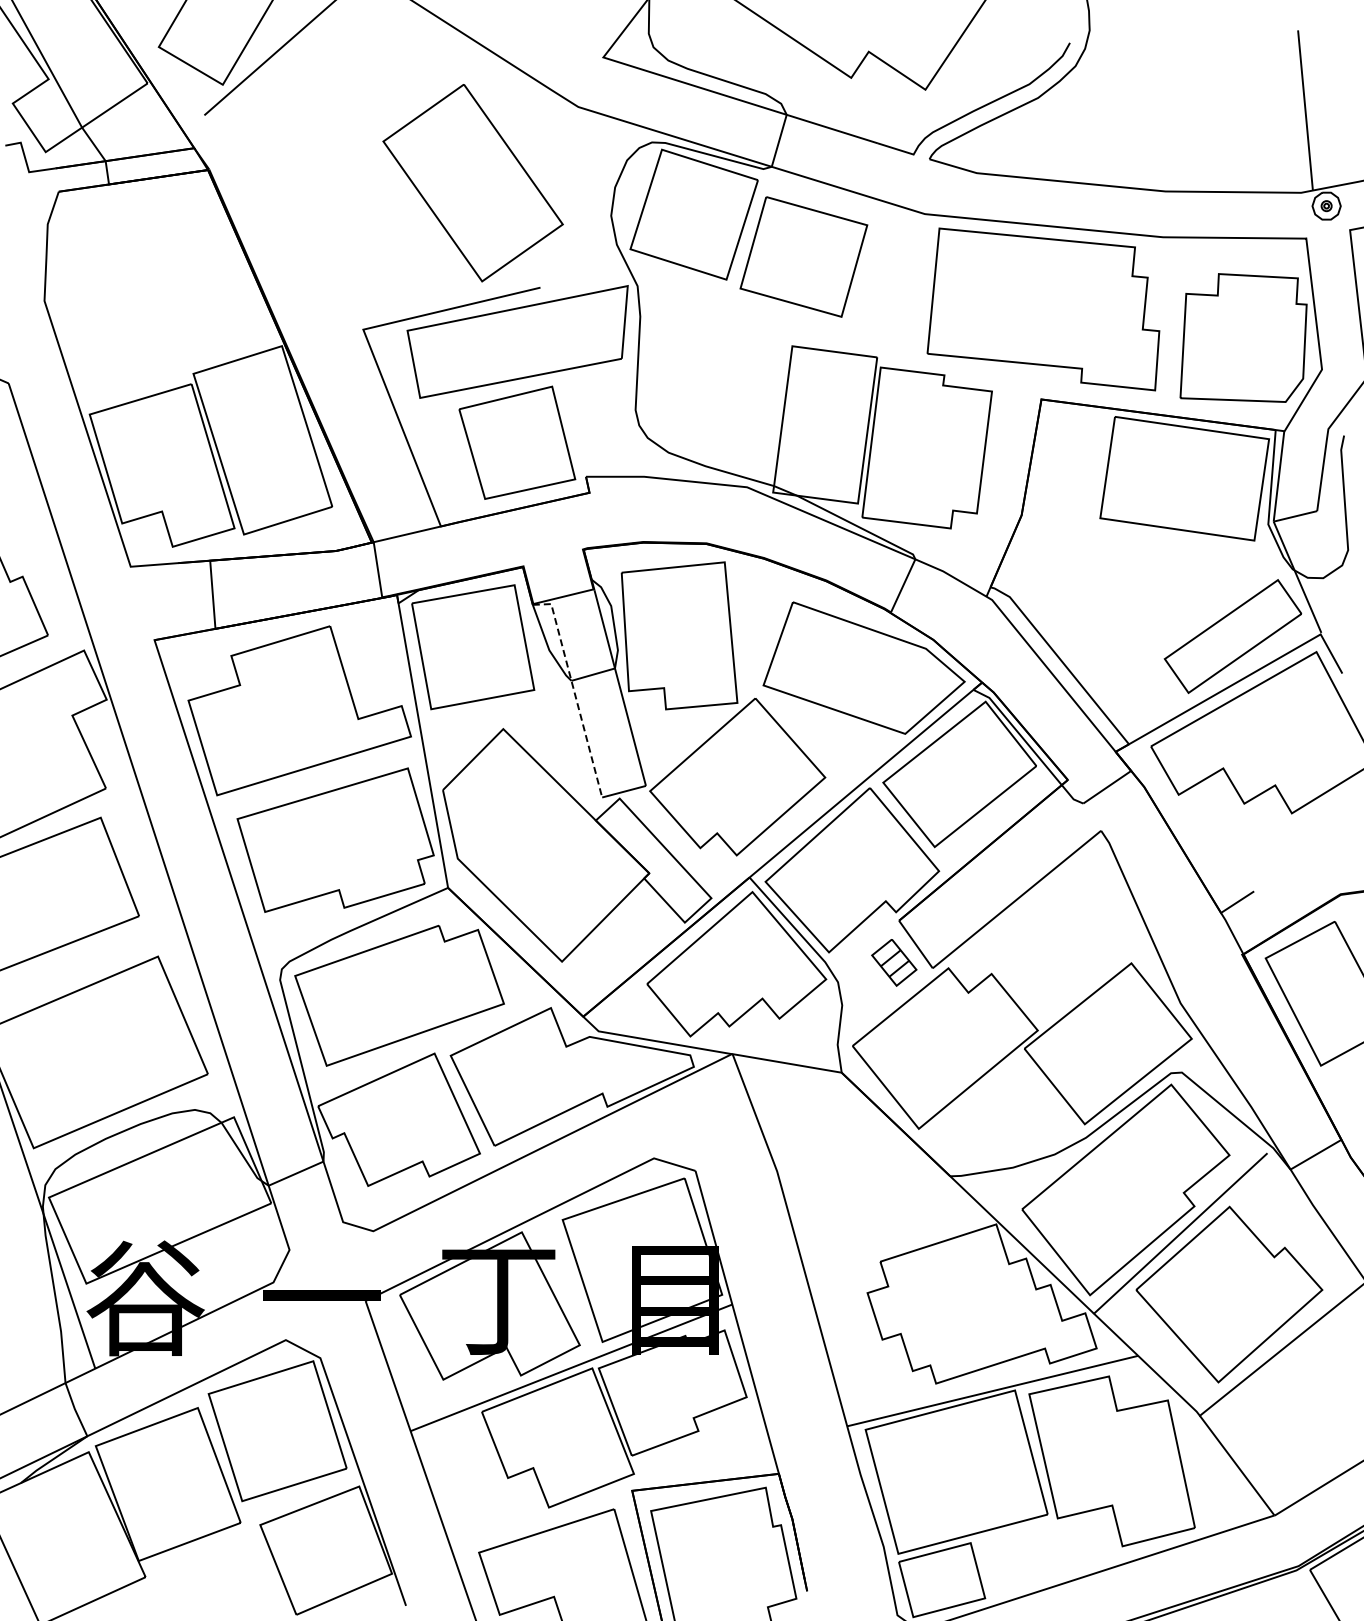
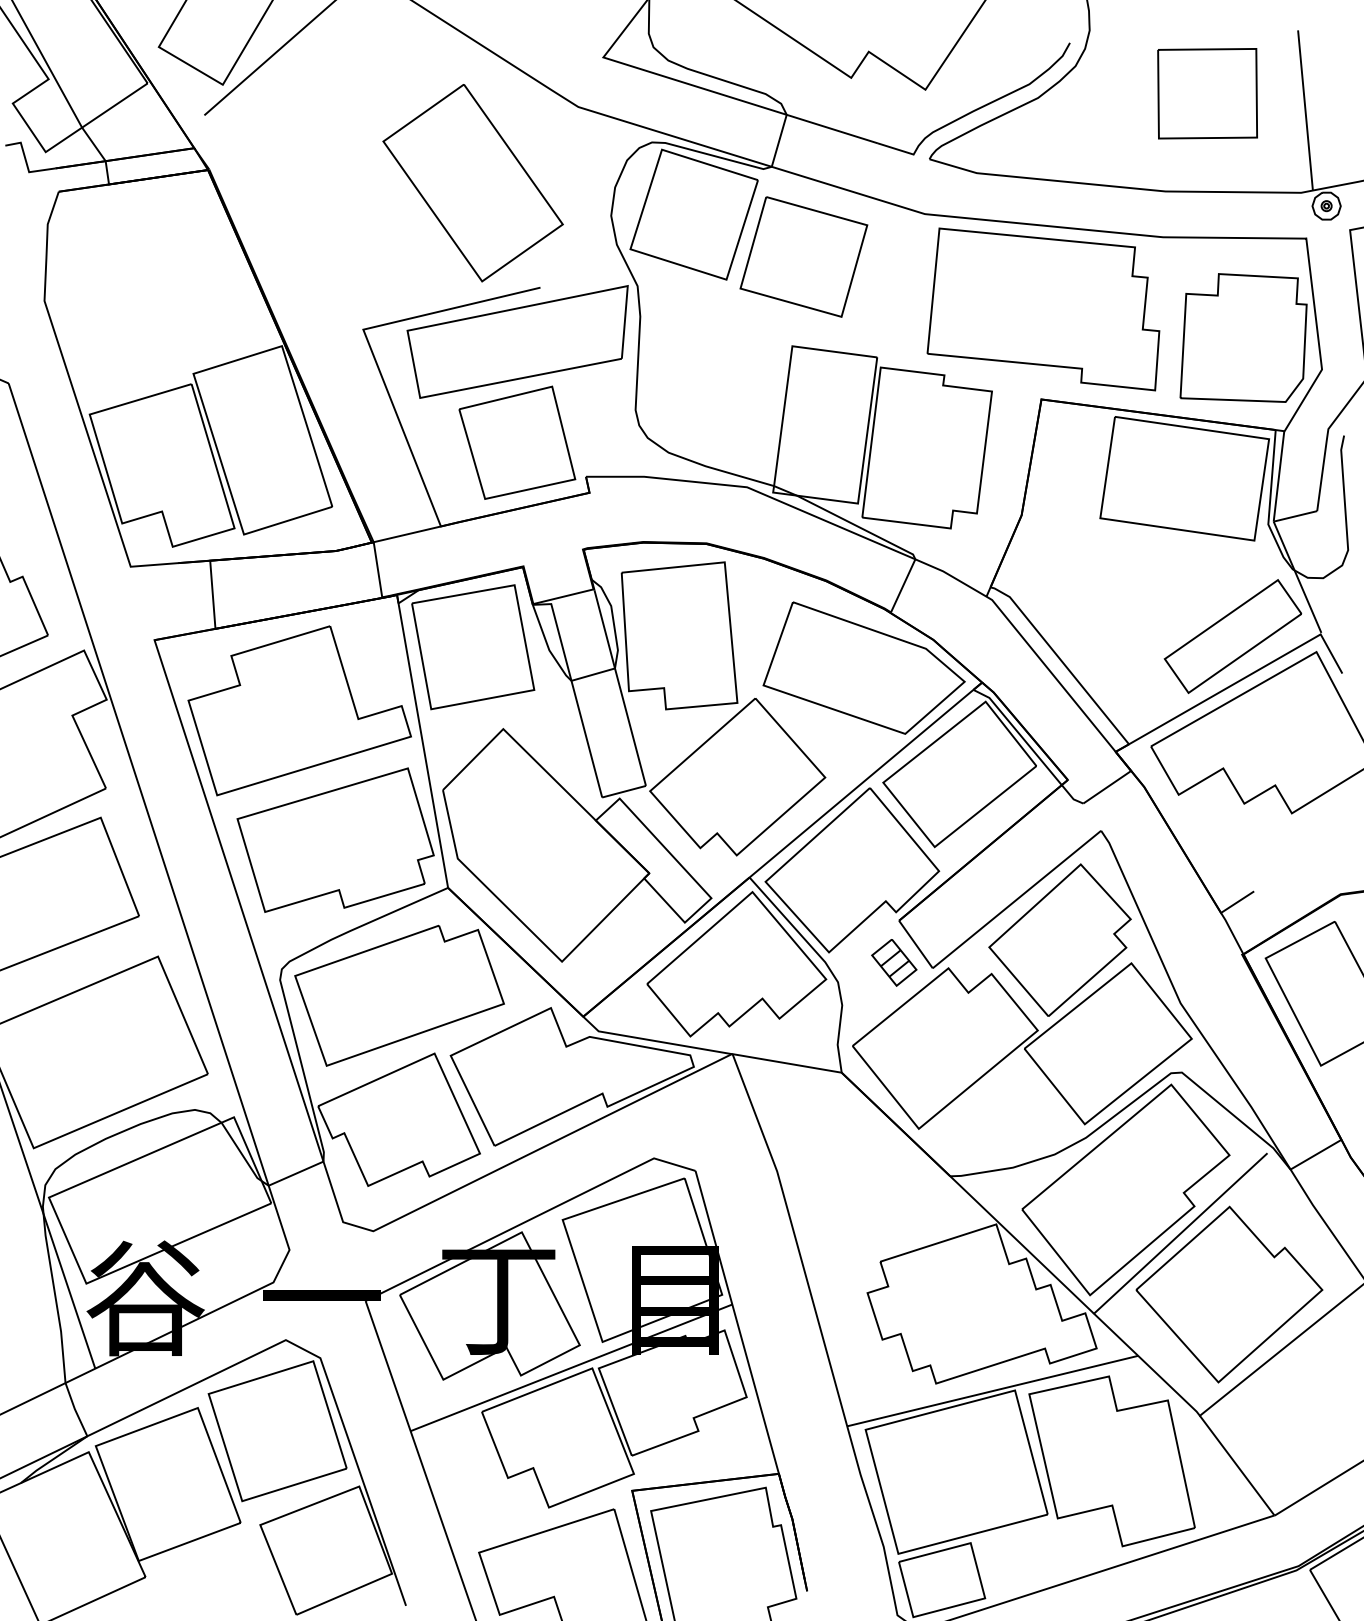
part at (1207, 93): none -> present
line at (574, 690): dashed -> solid
part at (1059, 939): none -> present
